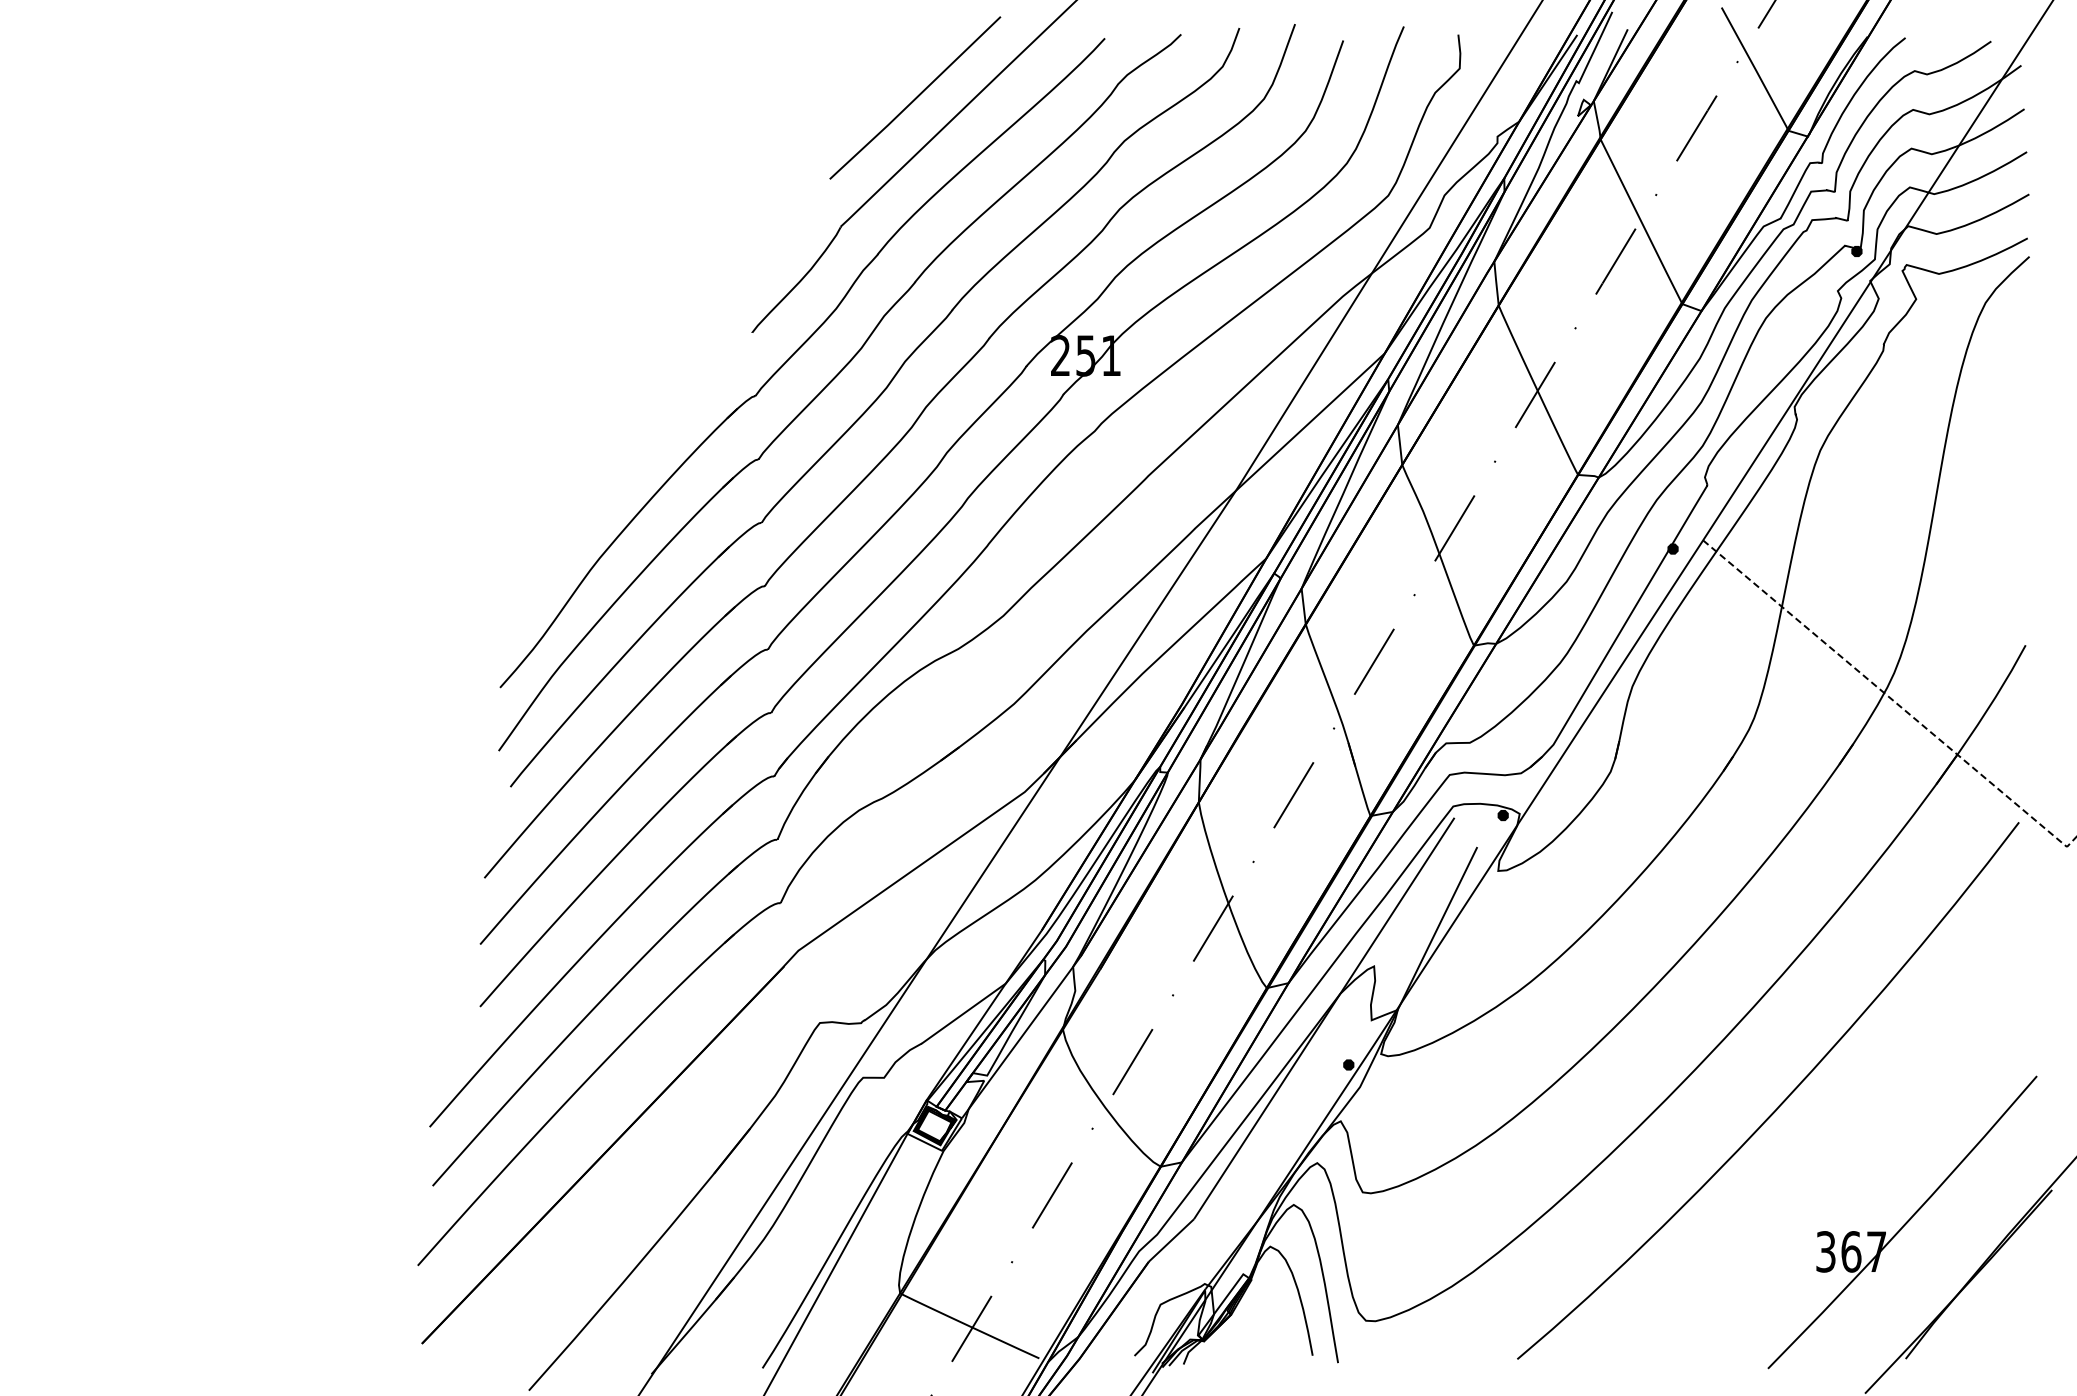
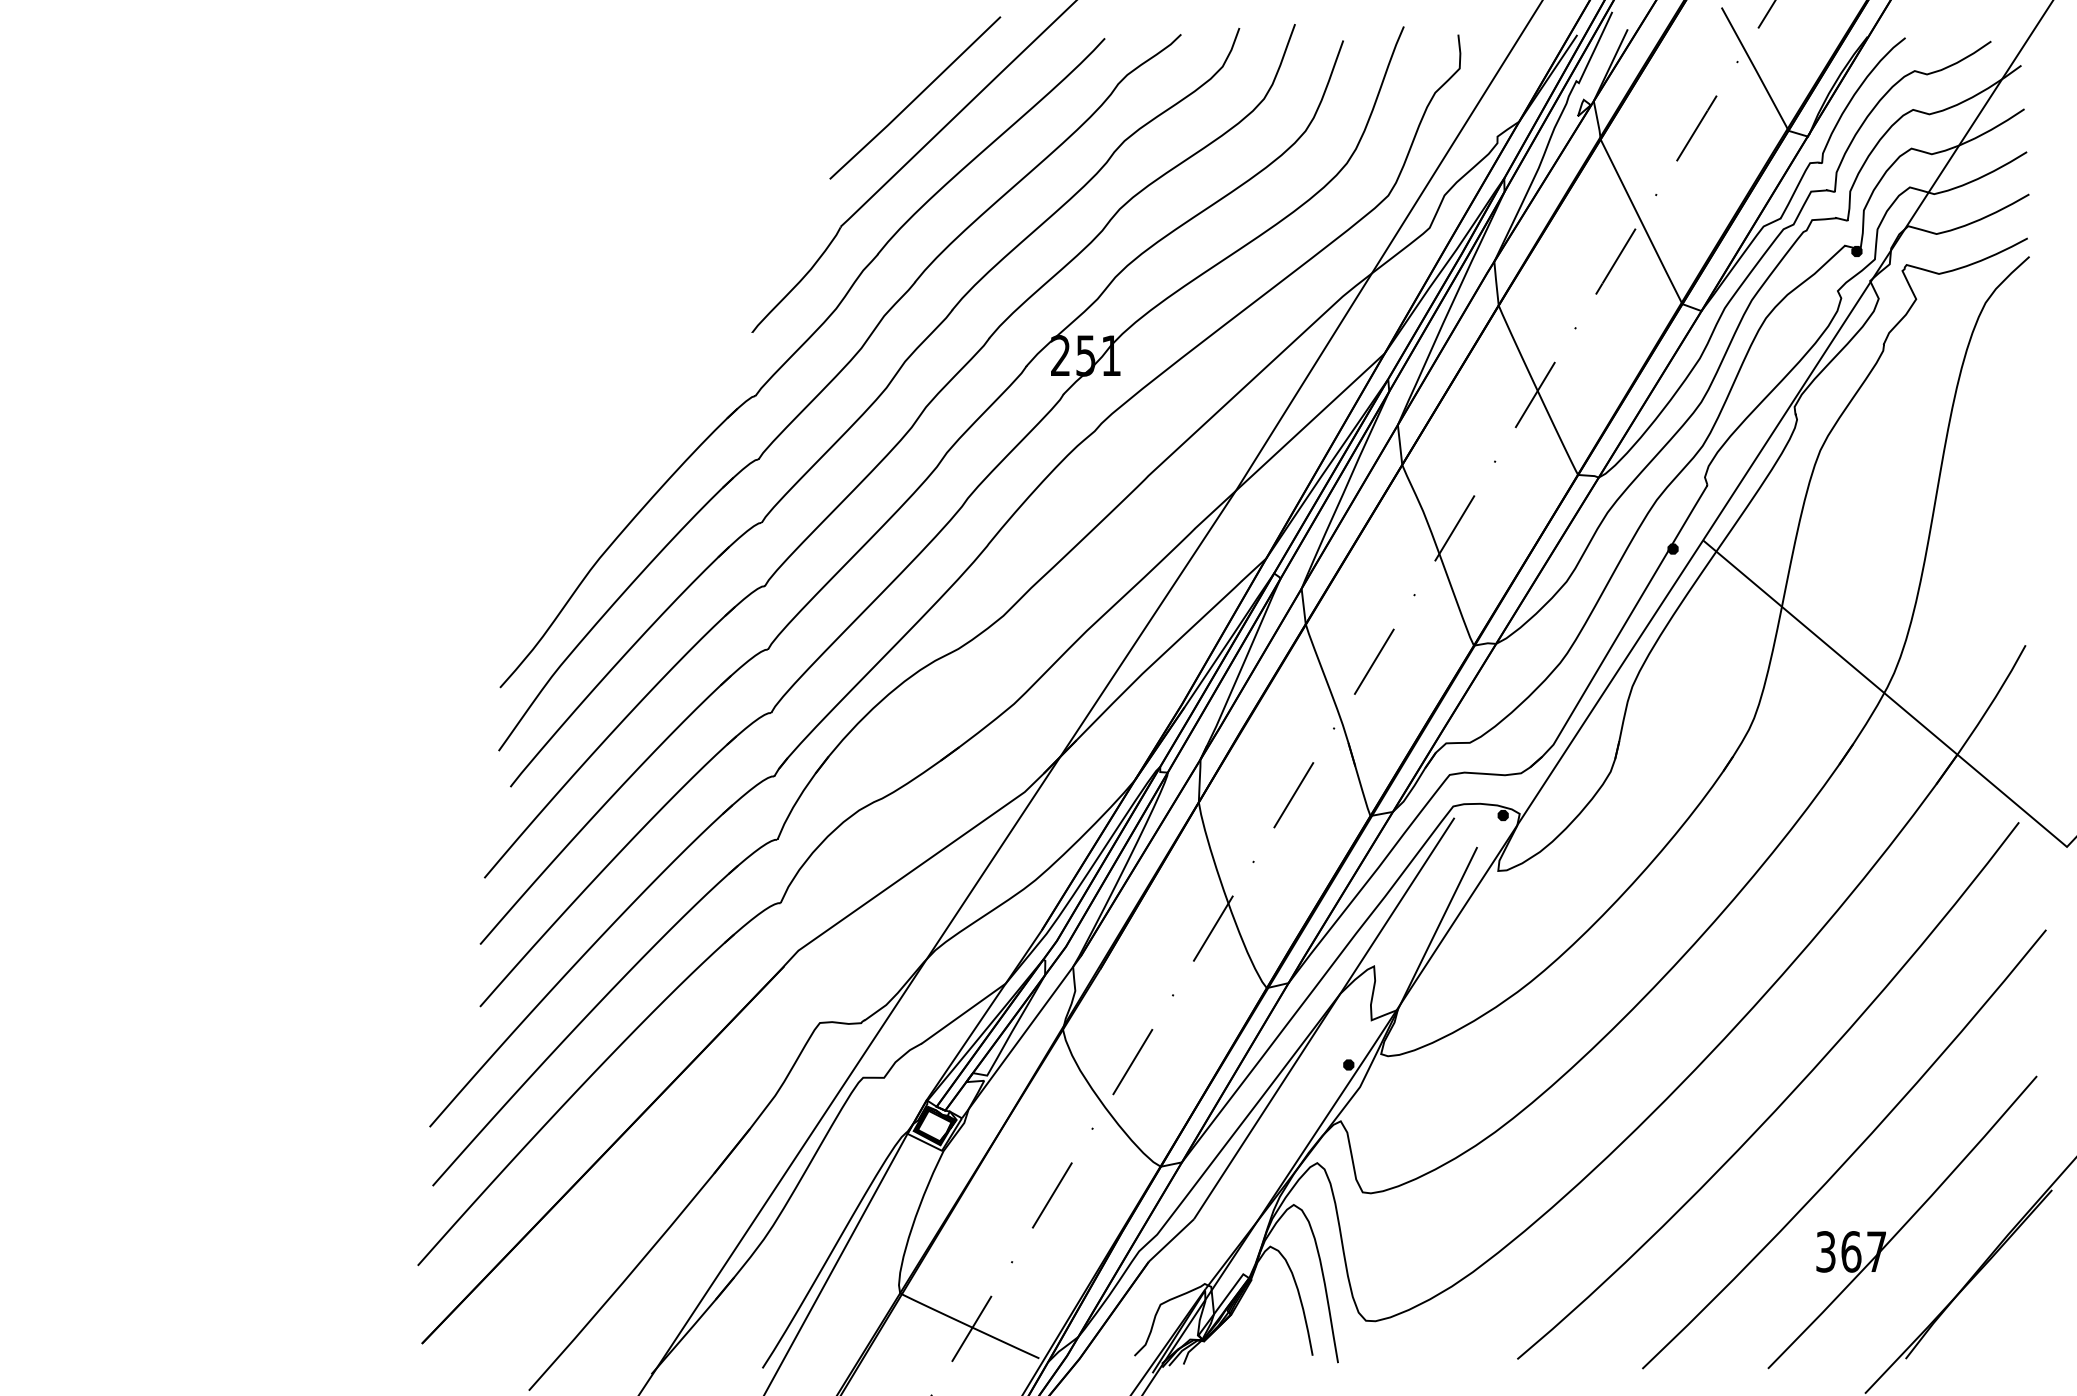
line at (1891, 698): dashed -> solid
curve at (1851, 1153): none -> present
